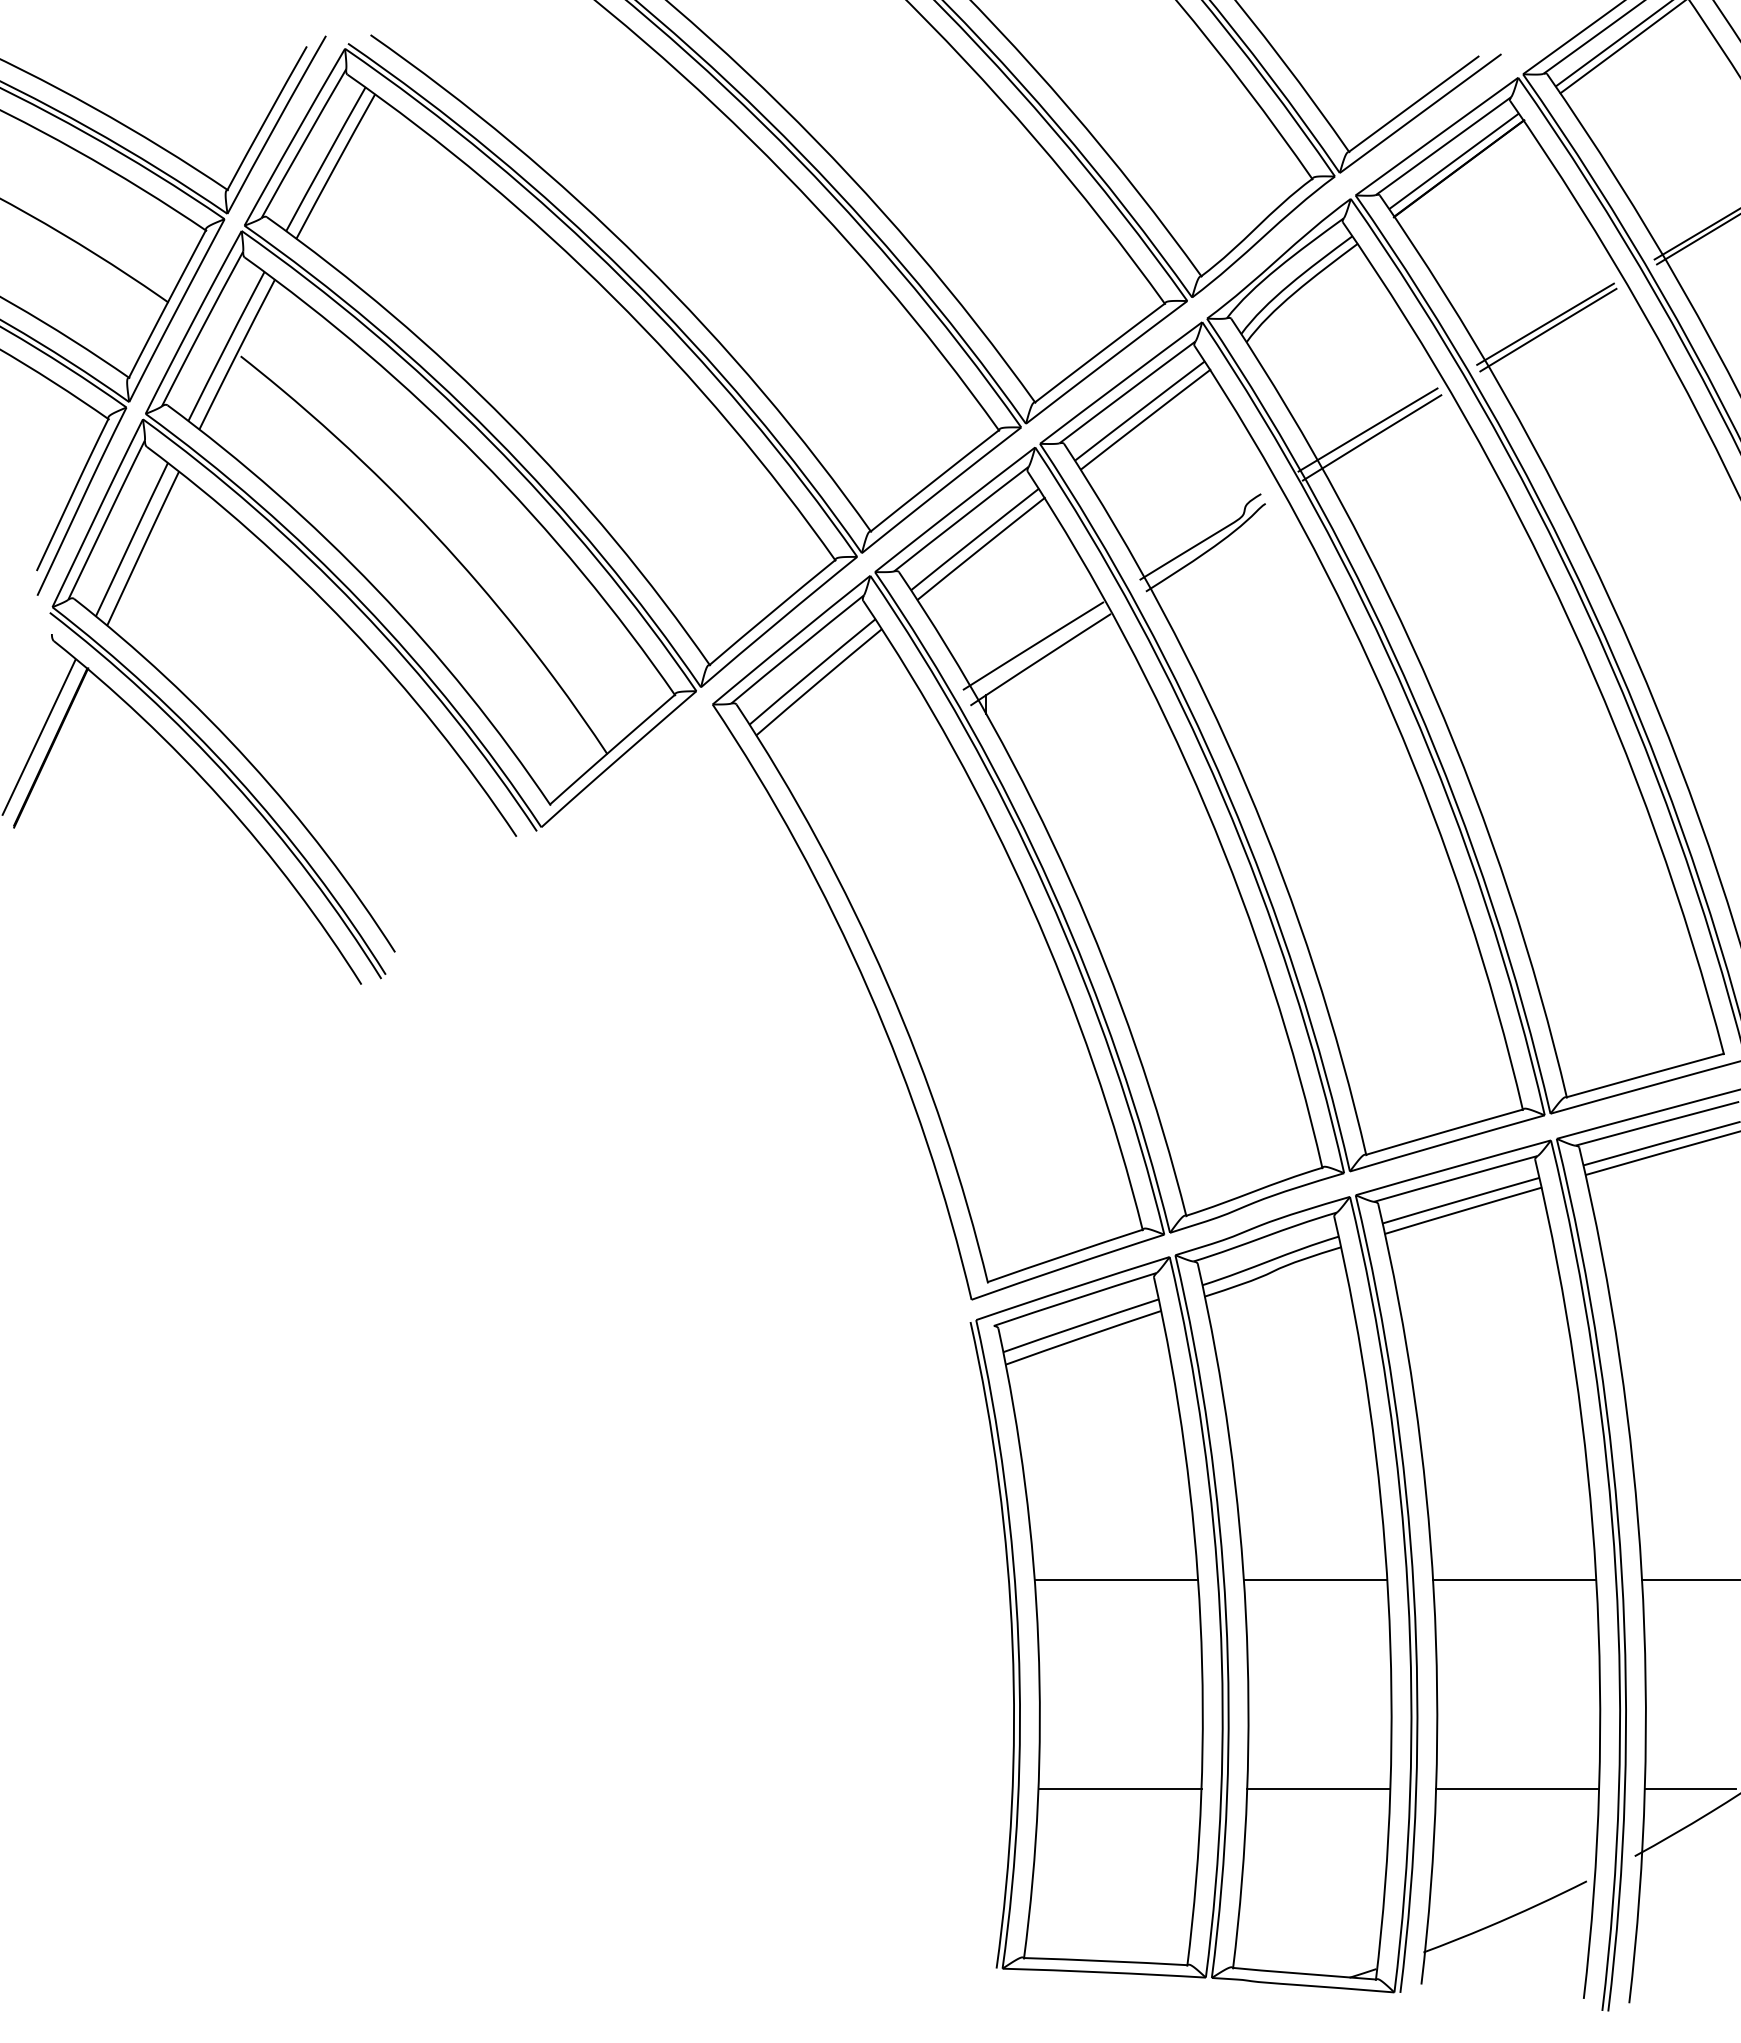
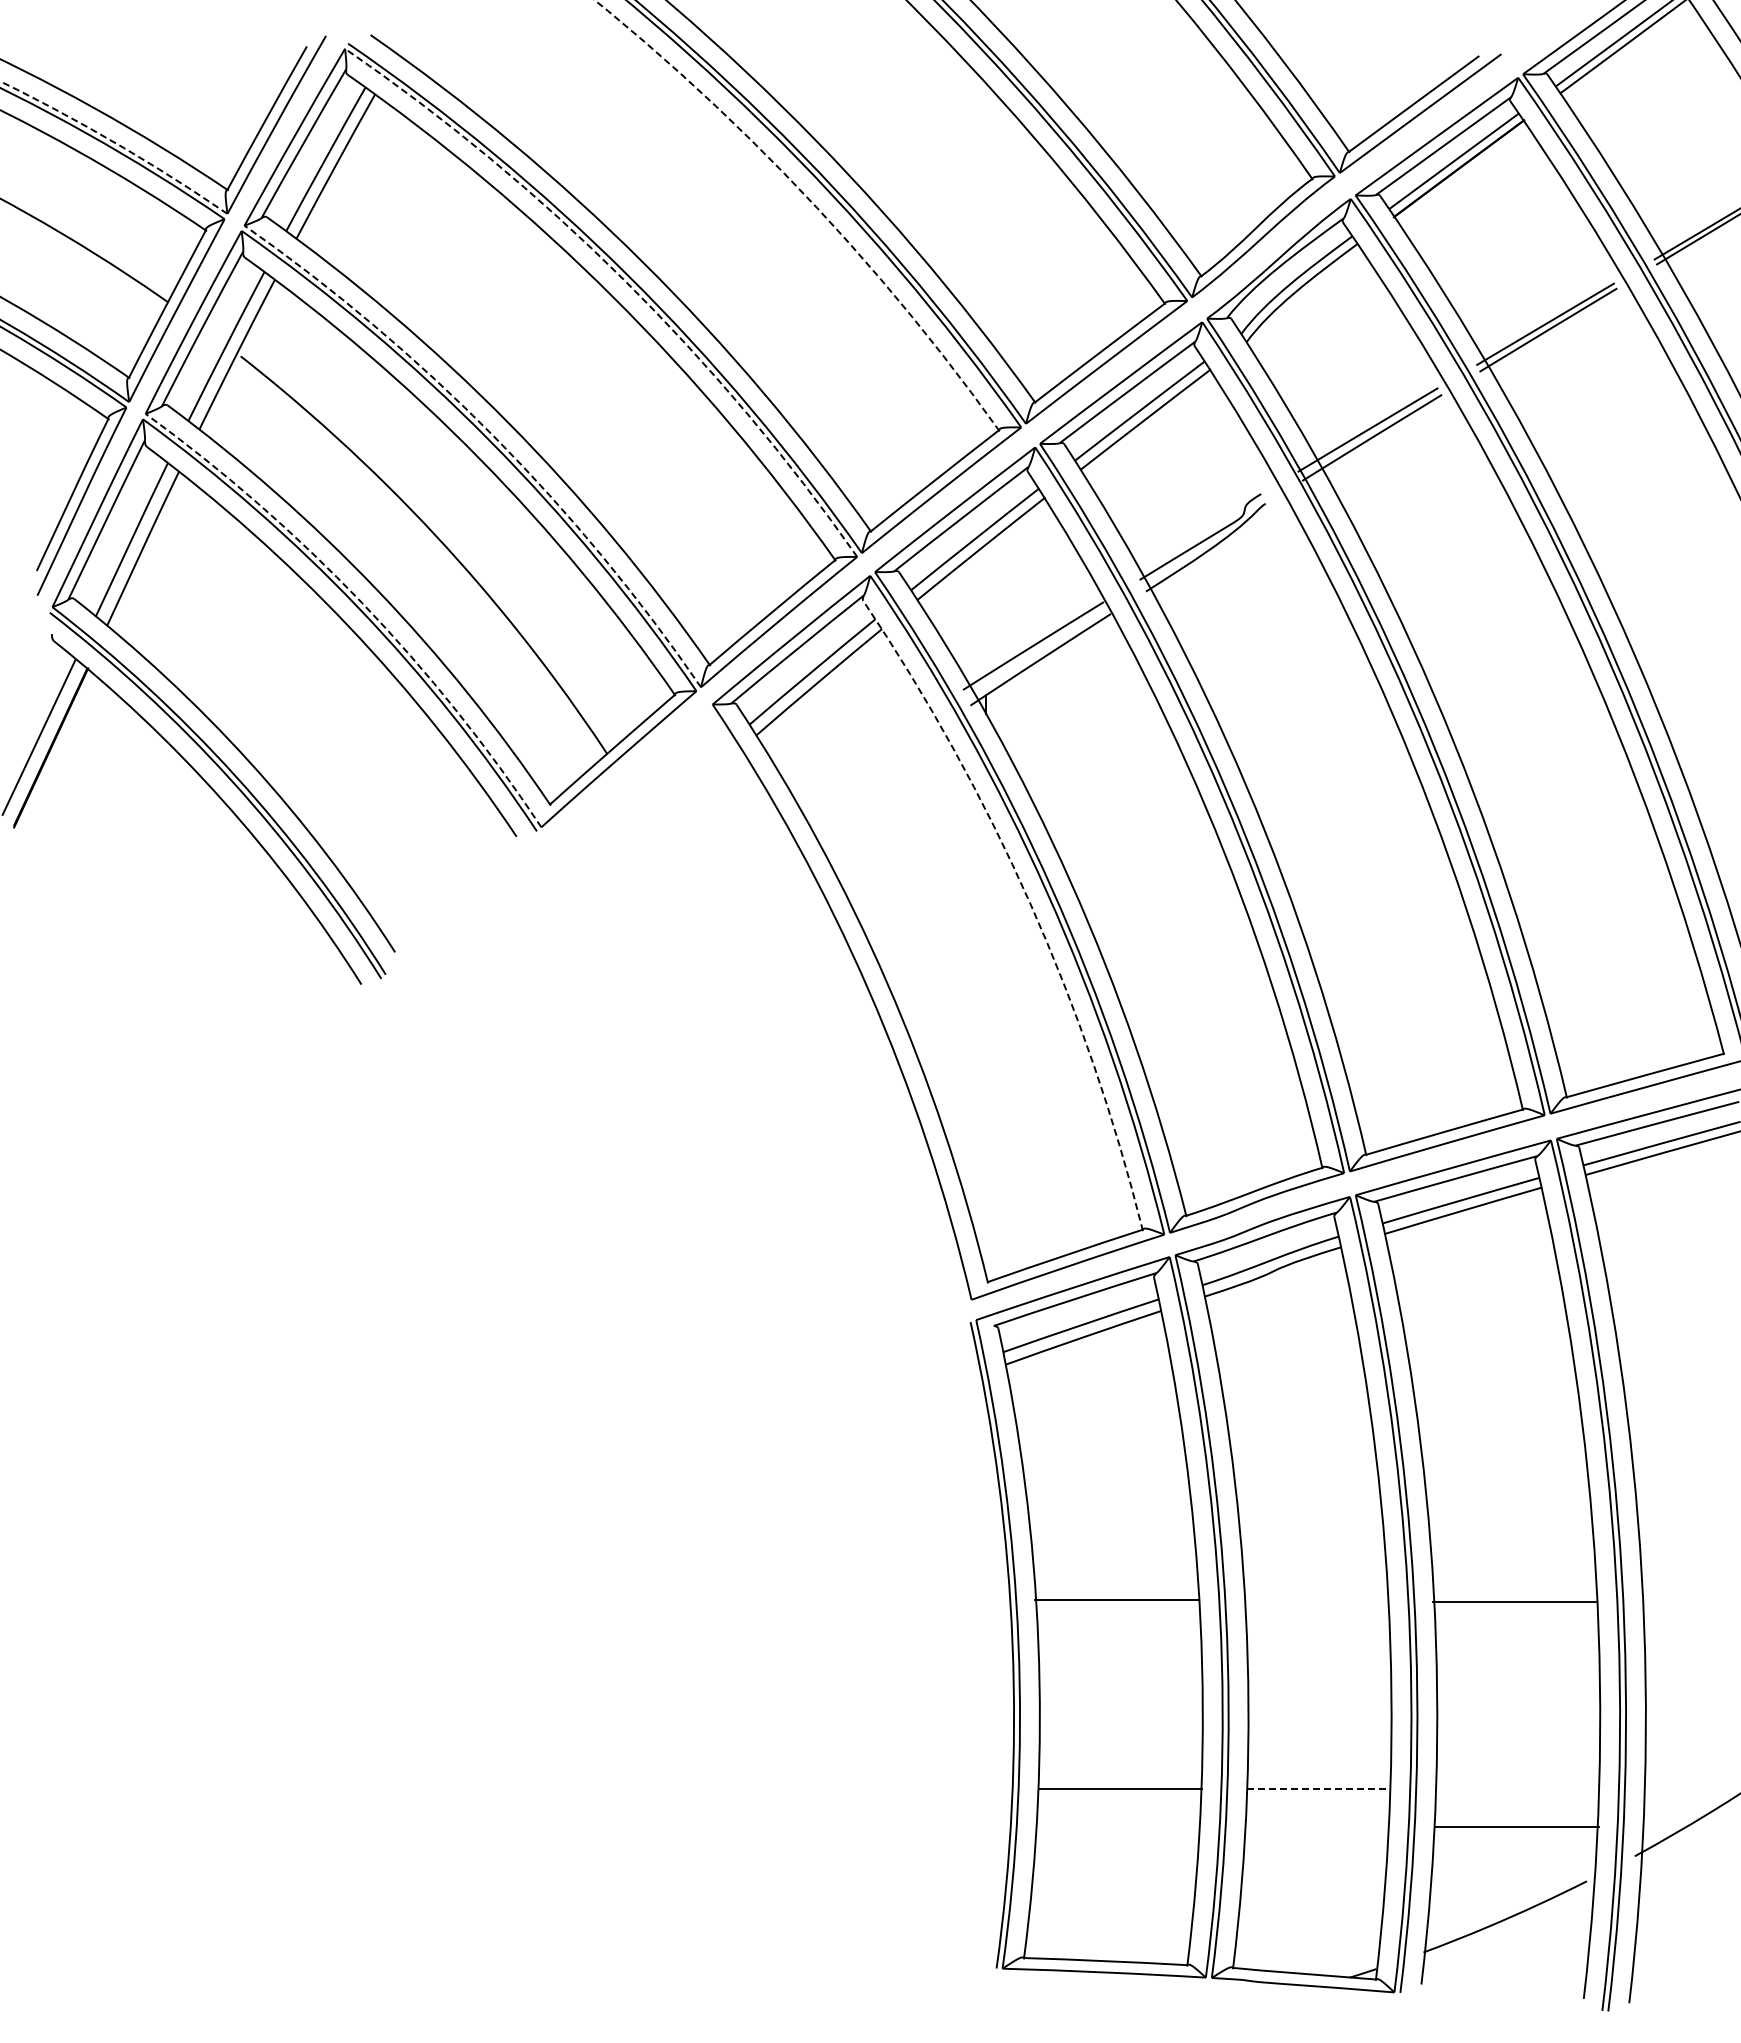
arc at (116, 143): solid -> dashed
arc at (811, 202): solid -> dashed
arc at (623, 279): solid -> dashed
arc at (493, 436): solid -> dashed
arc at (362, 602): solid -> dashed
arc at (1030, 903): solid -> dashed
line at (1116, 1580) position: (1116, 1580) -> (1116, 1600)
line at (1315, 1580): present -> none
line at (1514, 1580) position: (1514, 1580) -> (1514, 1602)
line at (1689, 1580): present -> none
line at (1318, 1789): solid -> dashed
line at (1517, 1789) position: (1517, 1789) -> (1517, 1827)
line at (1689, 1789): present -> none
